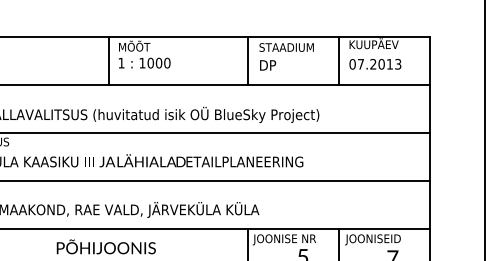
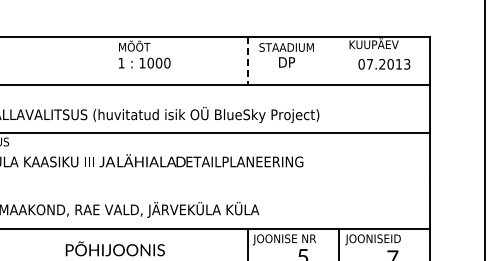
line at (108, 60): present -> none
line at (339, 60): present -> none
line at (248, 61): solid -> dashed
text at (375, 64) position: (375, 64) -> (384, 64)
text at (268, 65) position: (268, 65) -> (287, 62)
line at (216, 180): present -> none
text at (105, 246) position: (105, 246) -> (114, 248)
